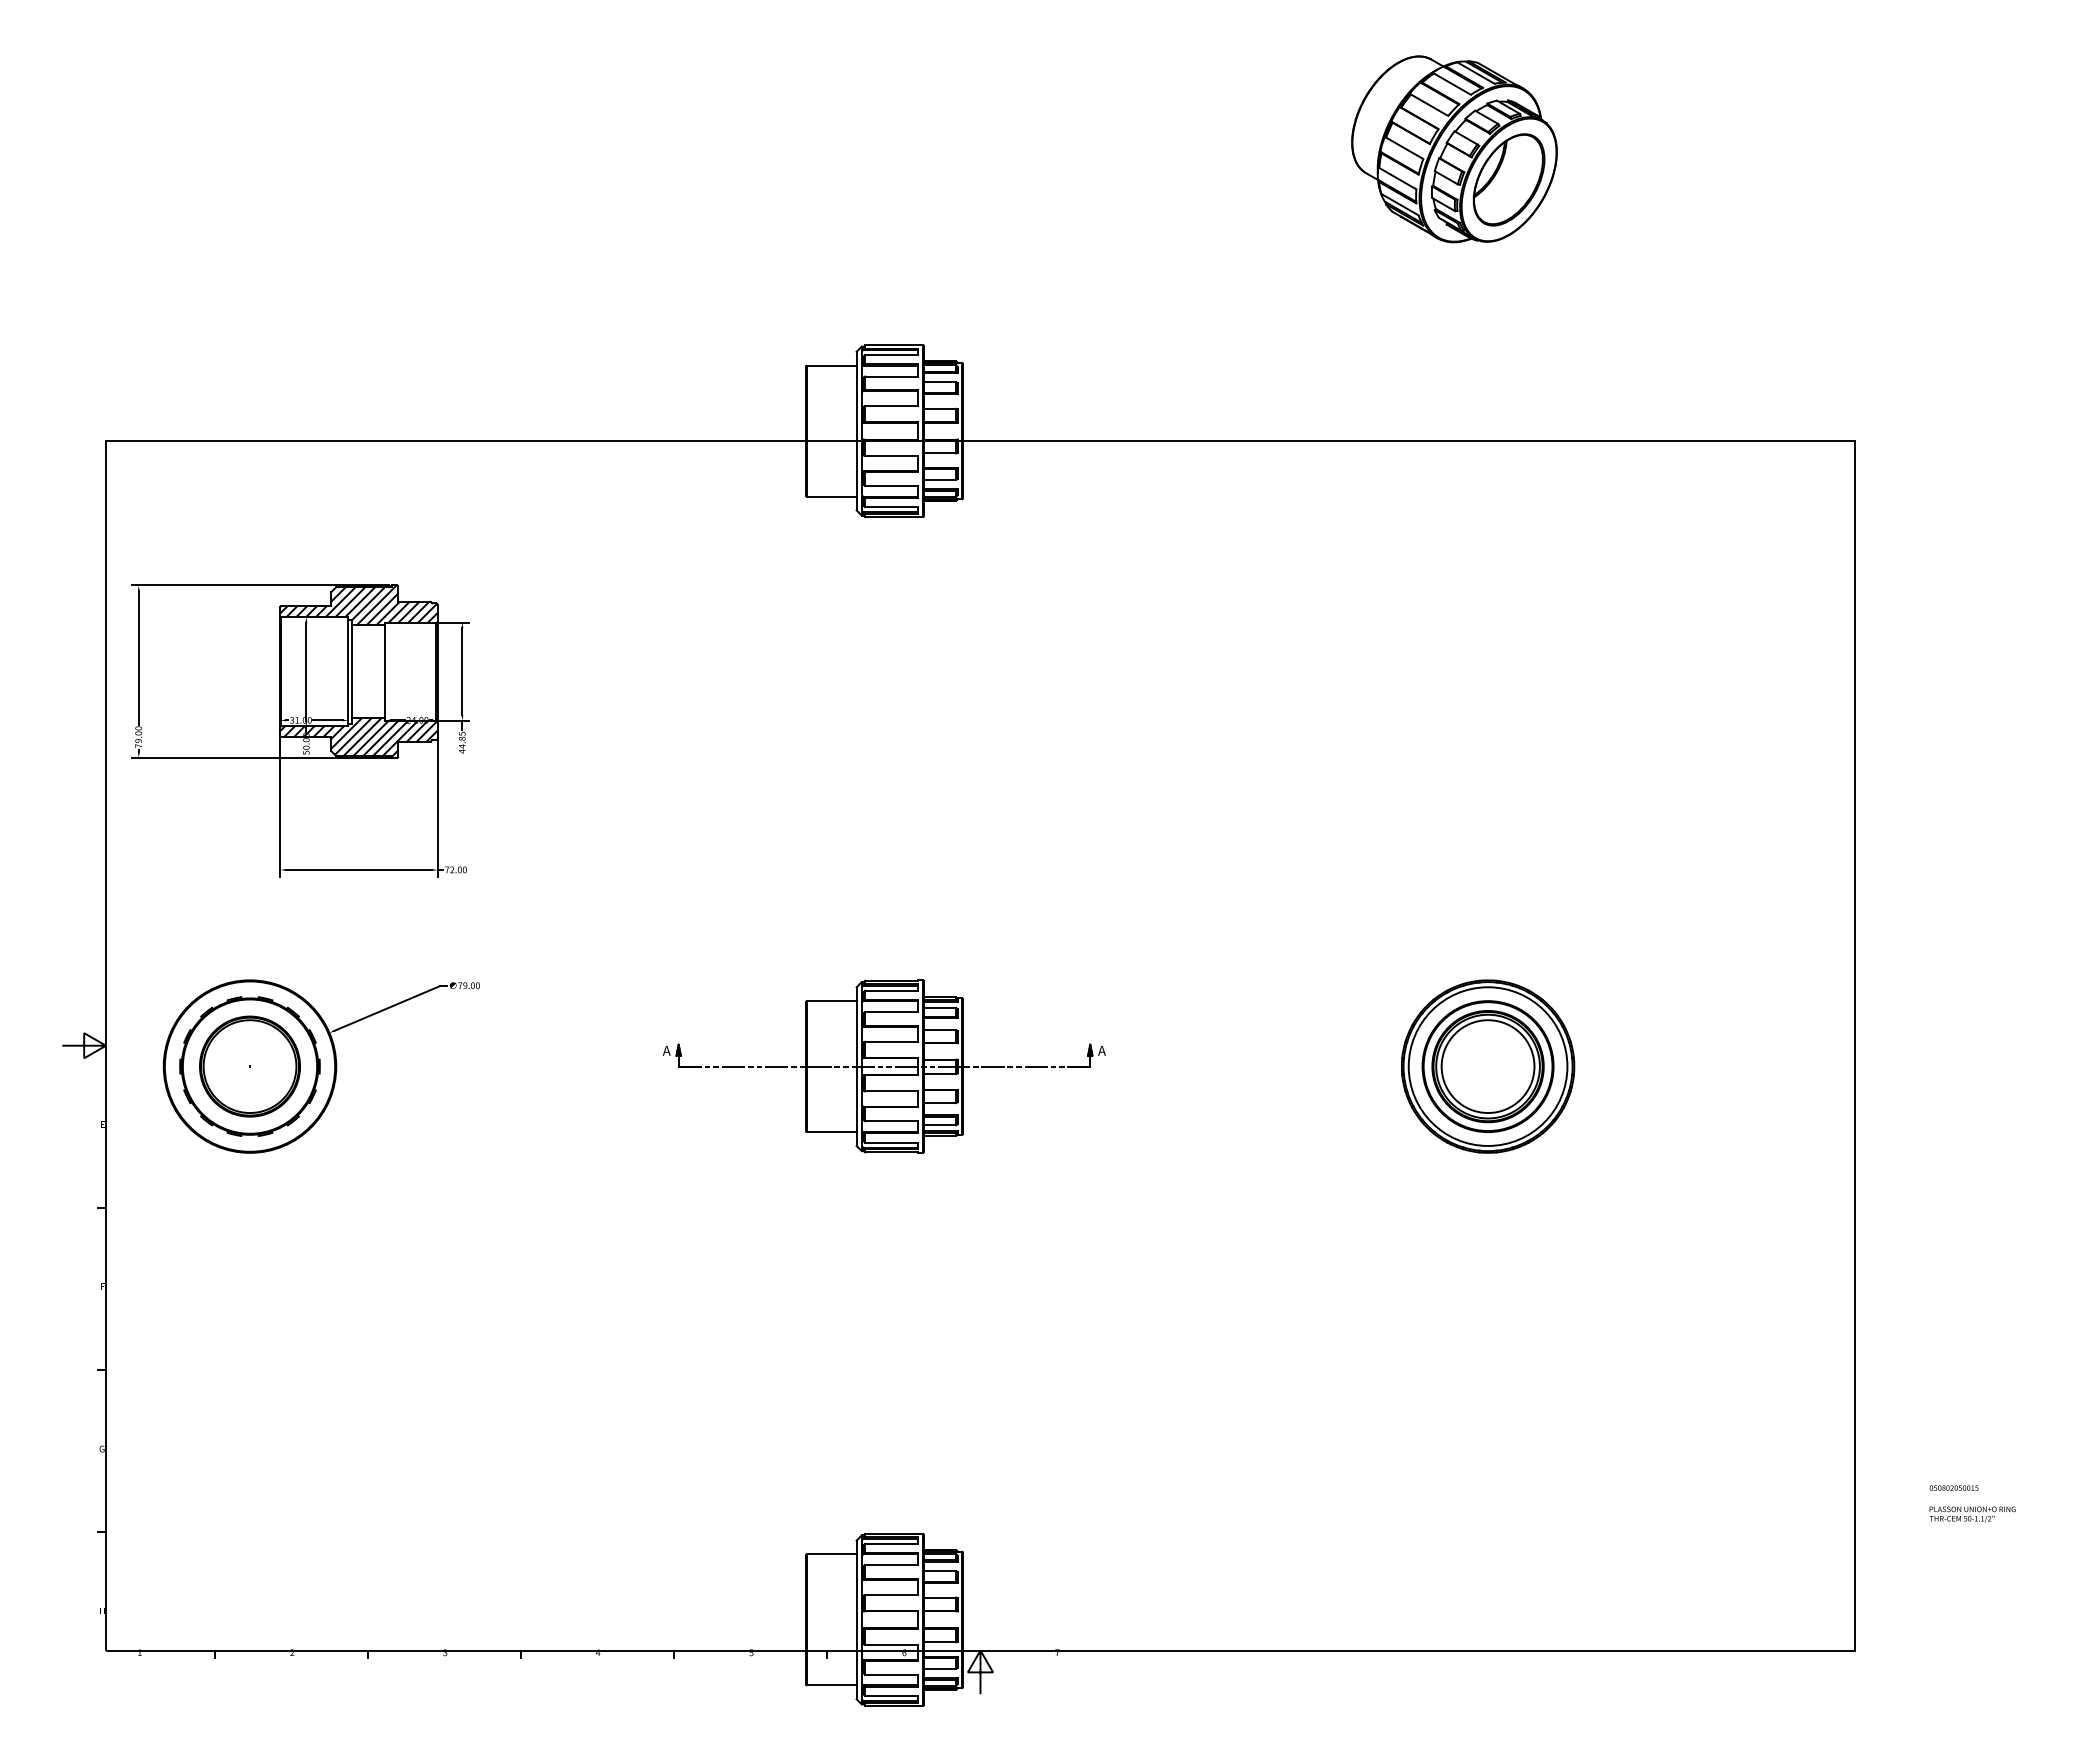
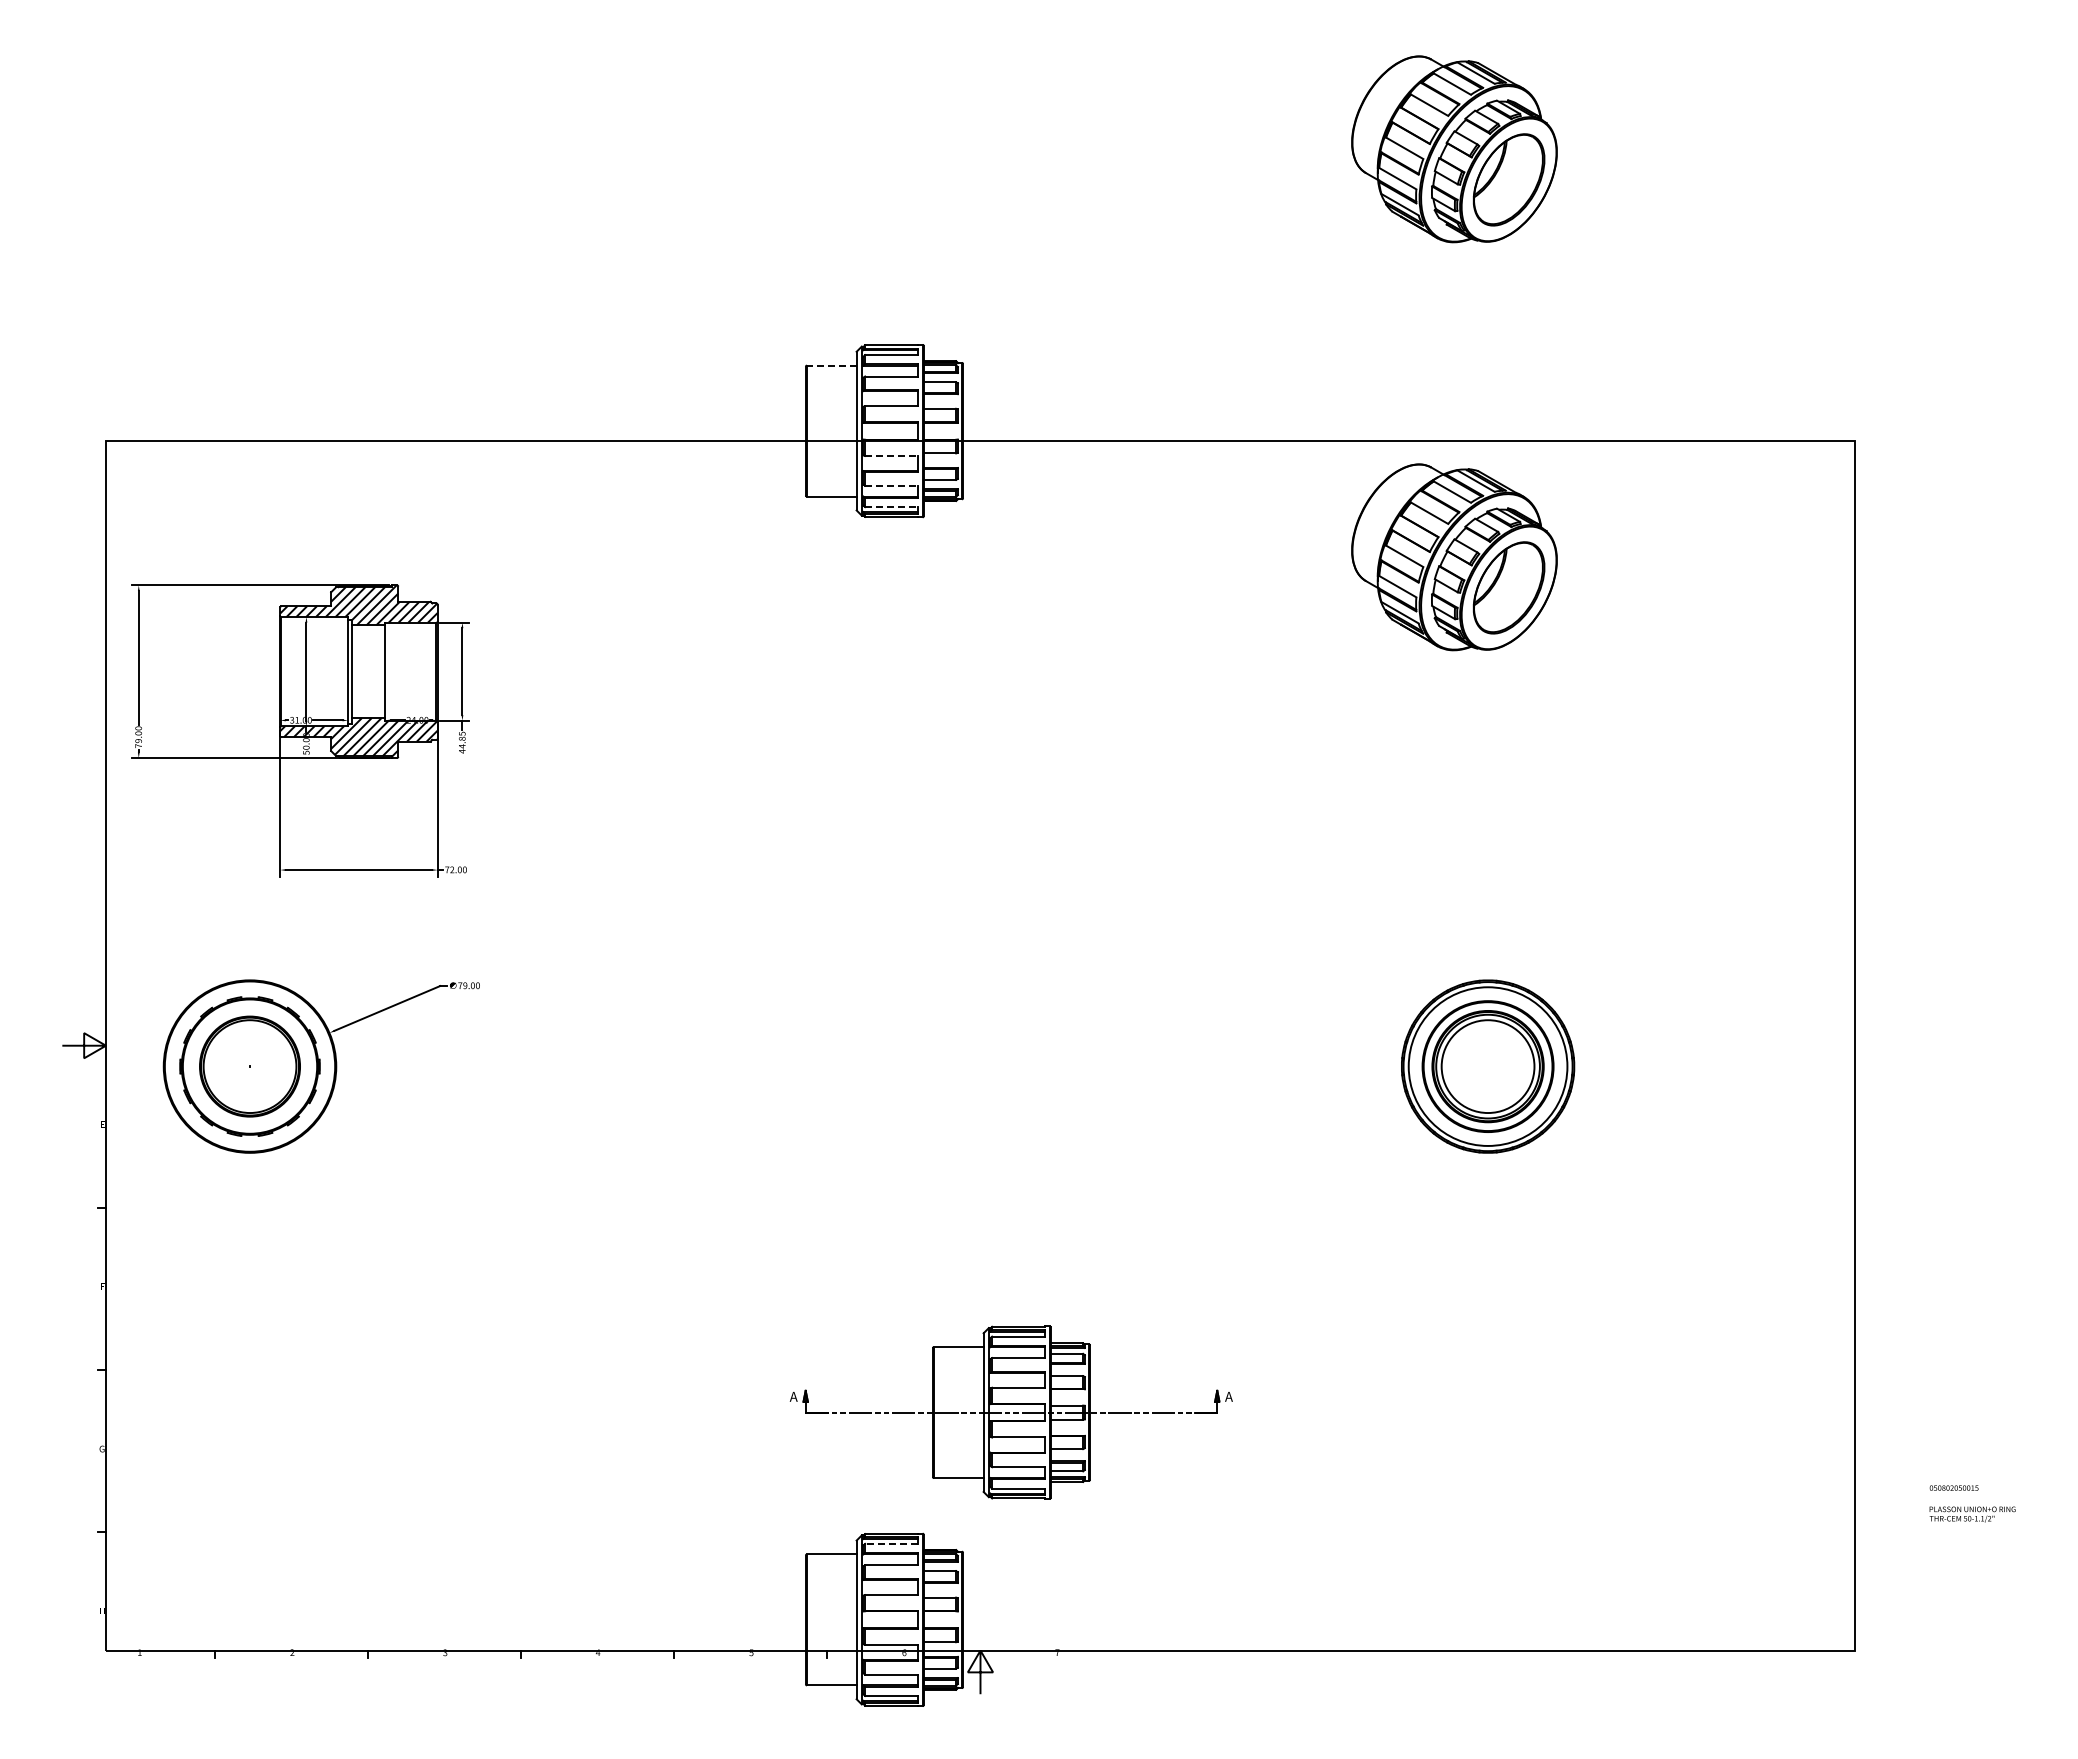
line at (831, 365): solid -> dashed
line at (891, 455): solid -> dashed
line at (891, 485): solid -> dashed
line at (891, 507): solid -> dashed
part at (1454, 557): none -> present
part at (883, 1066) position: (883, 1066) -> (1010, 1412)
line at (890, 1543): solid -> dashed
